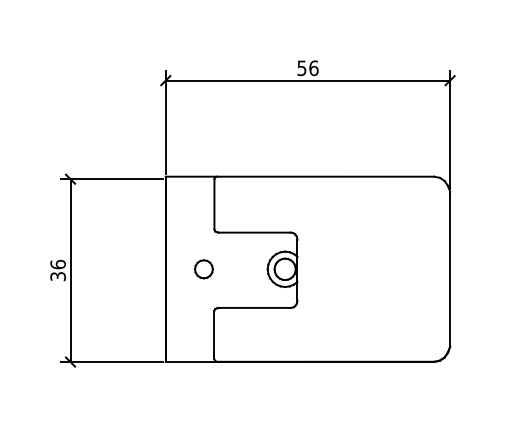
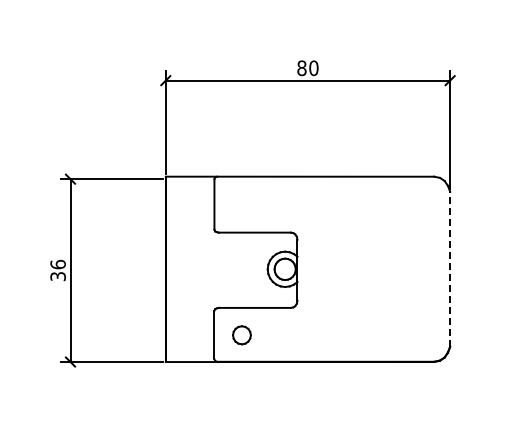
text at (307, 68): 56 -> 80
part at (203, 269) position: (203, 269) -> (241, 335)
line at (450, 269): solid -> dashed
